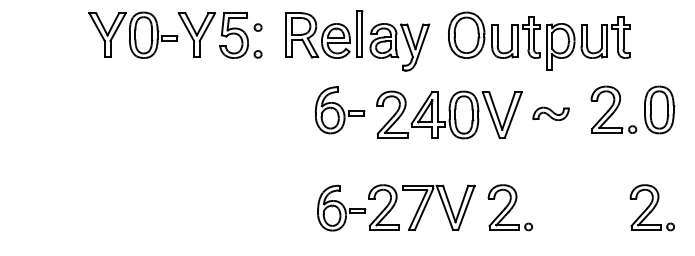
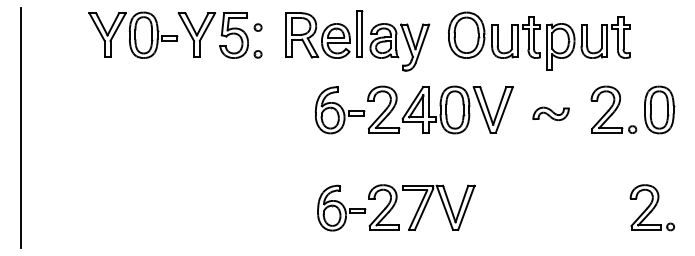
part at (449, 114) position: (449, 114) -> (440, 109)
line at (20, 127): none -> present
part at (509, 207): present -> none
